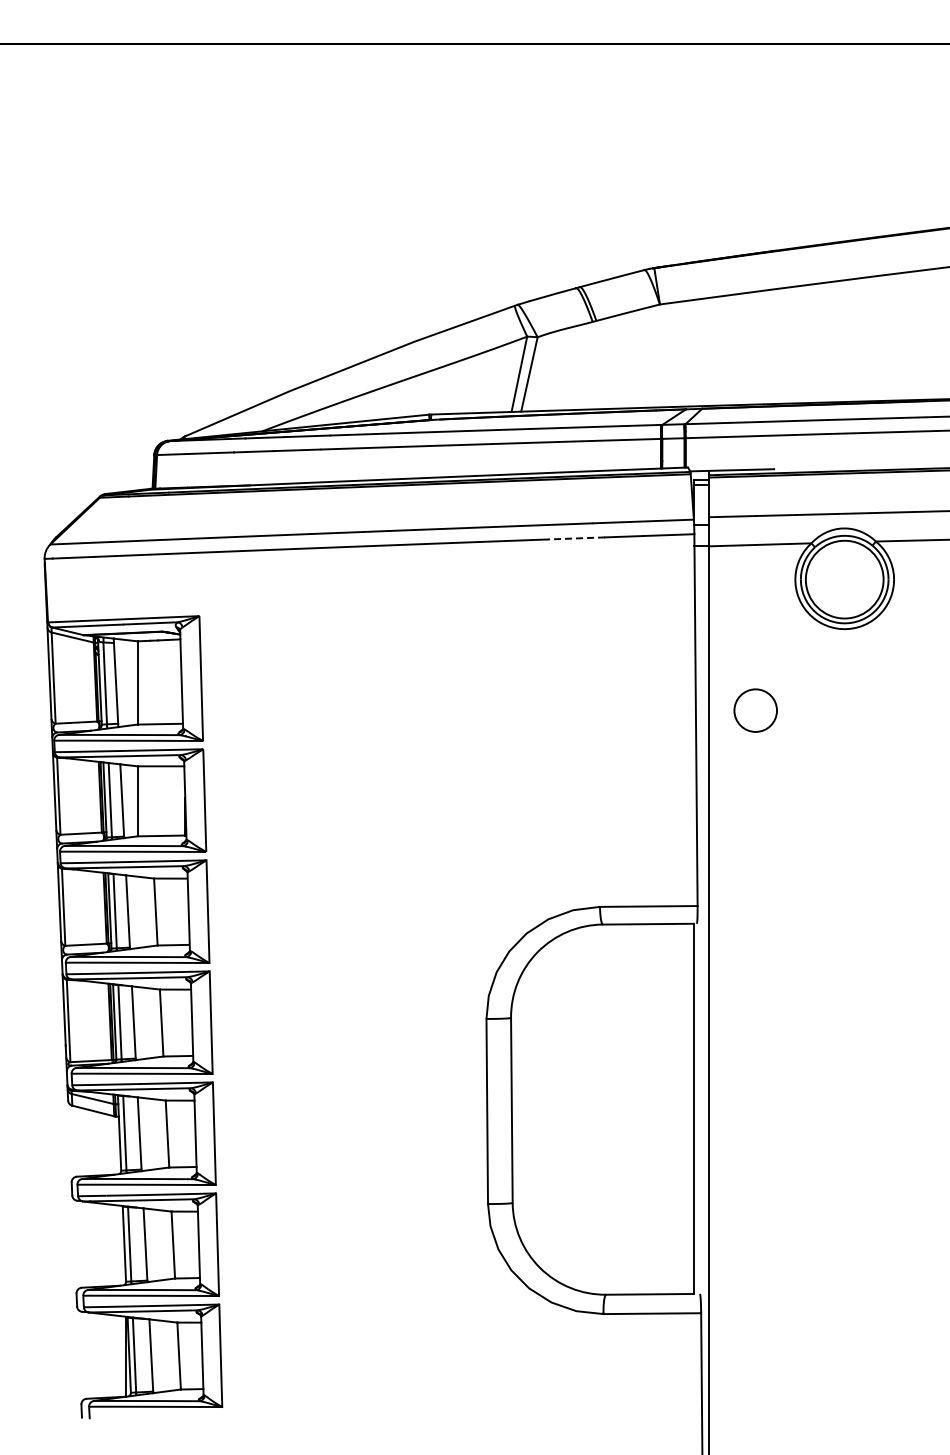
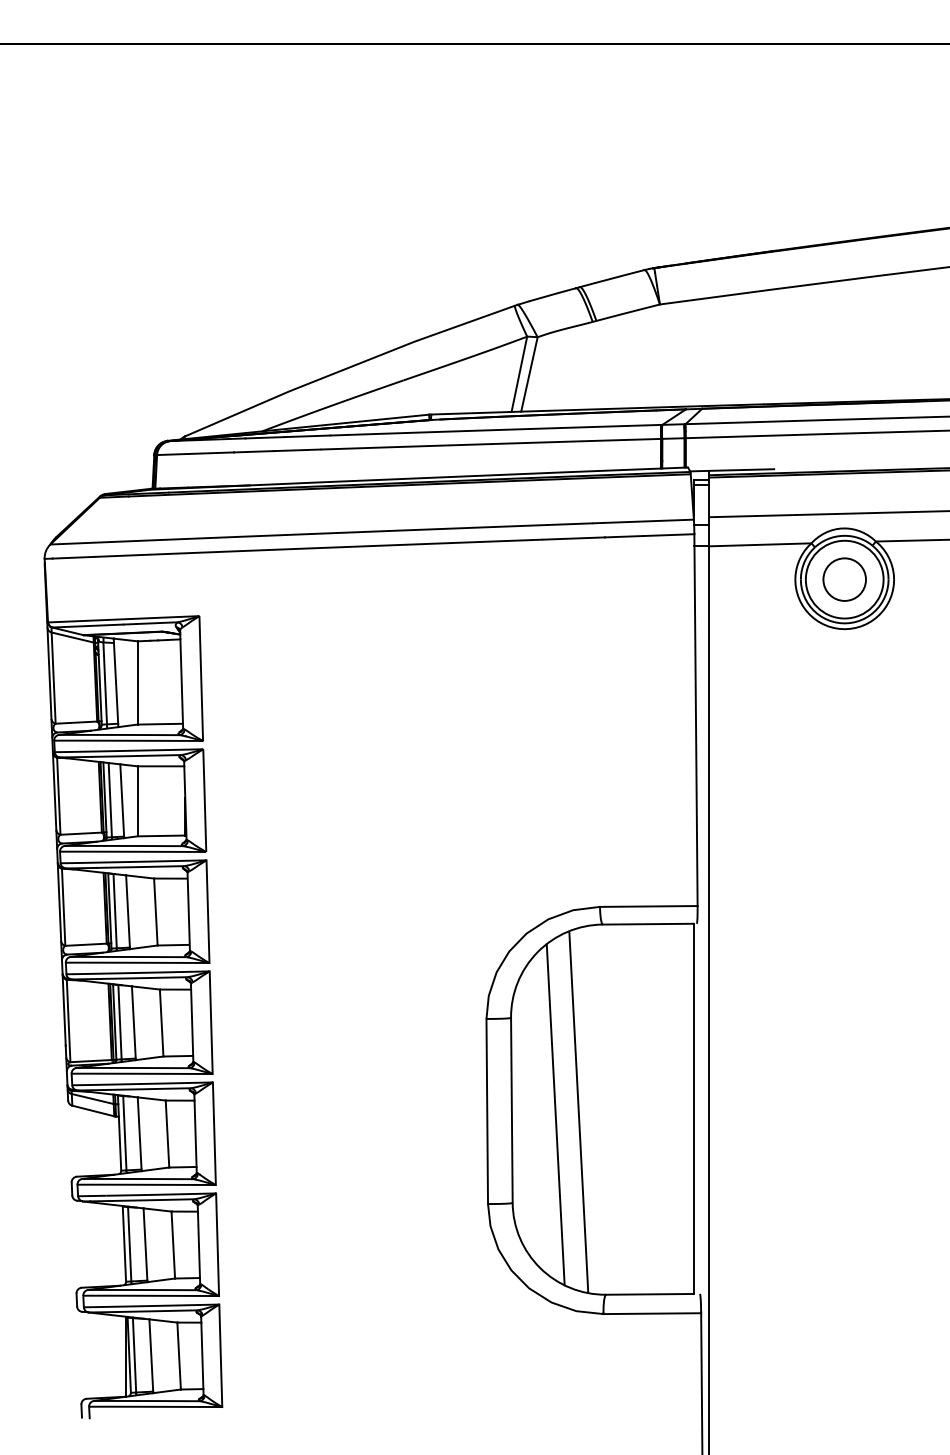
line at (573, 538): dashed -> solid
circle at (755, 710) position: (755, 710) -> (844, 579)
line at (578, 1111): none -> present
line at (555, 1114): none -> present
